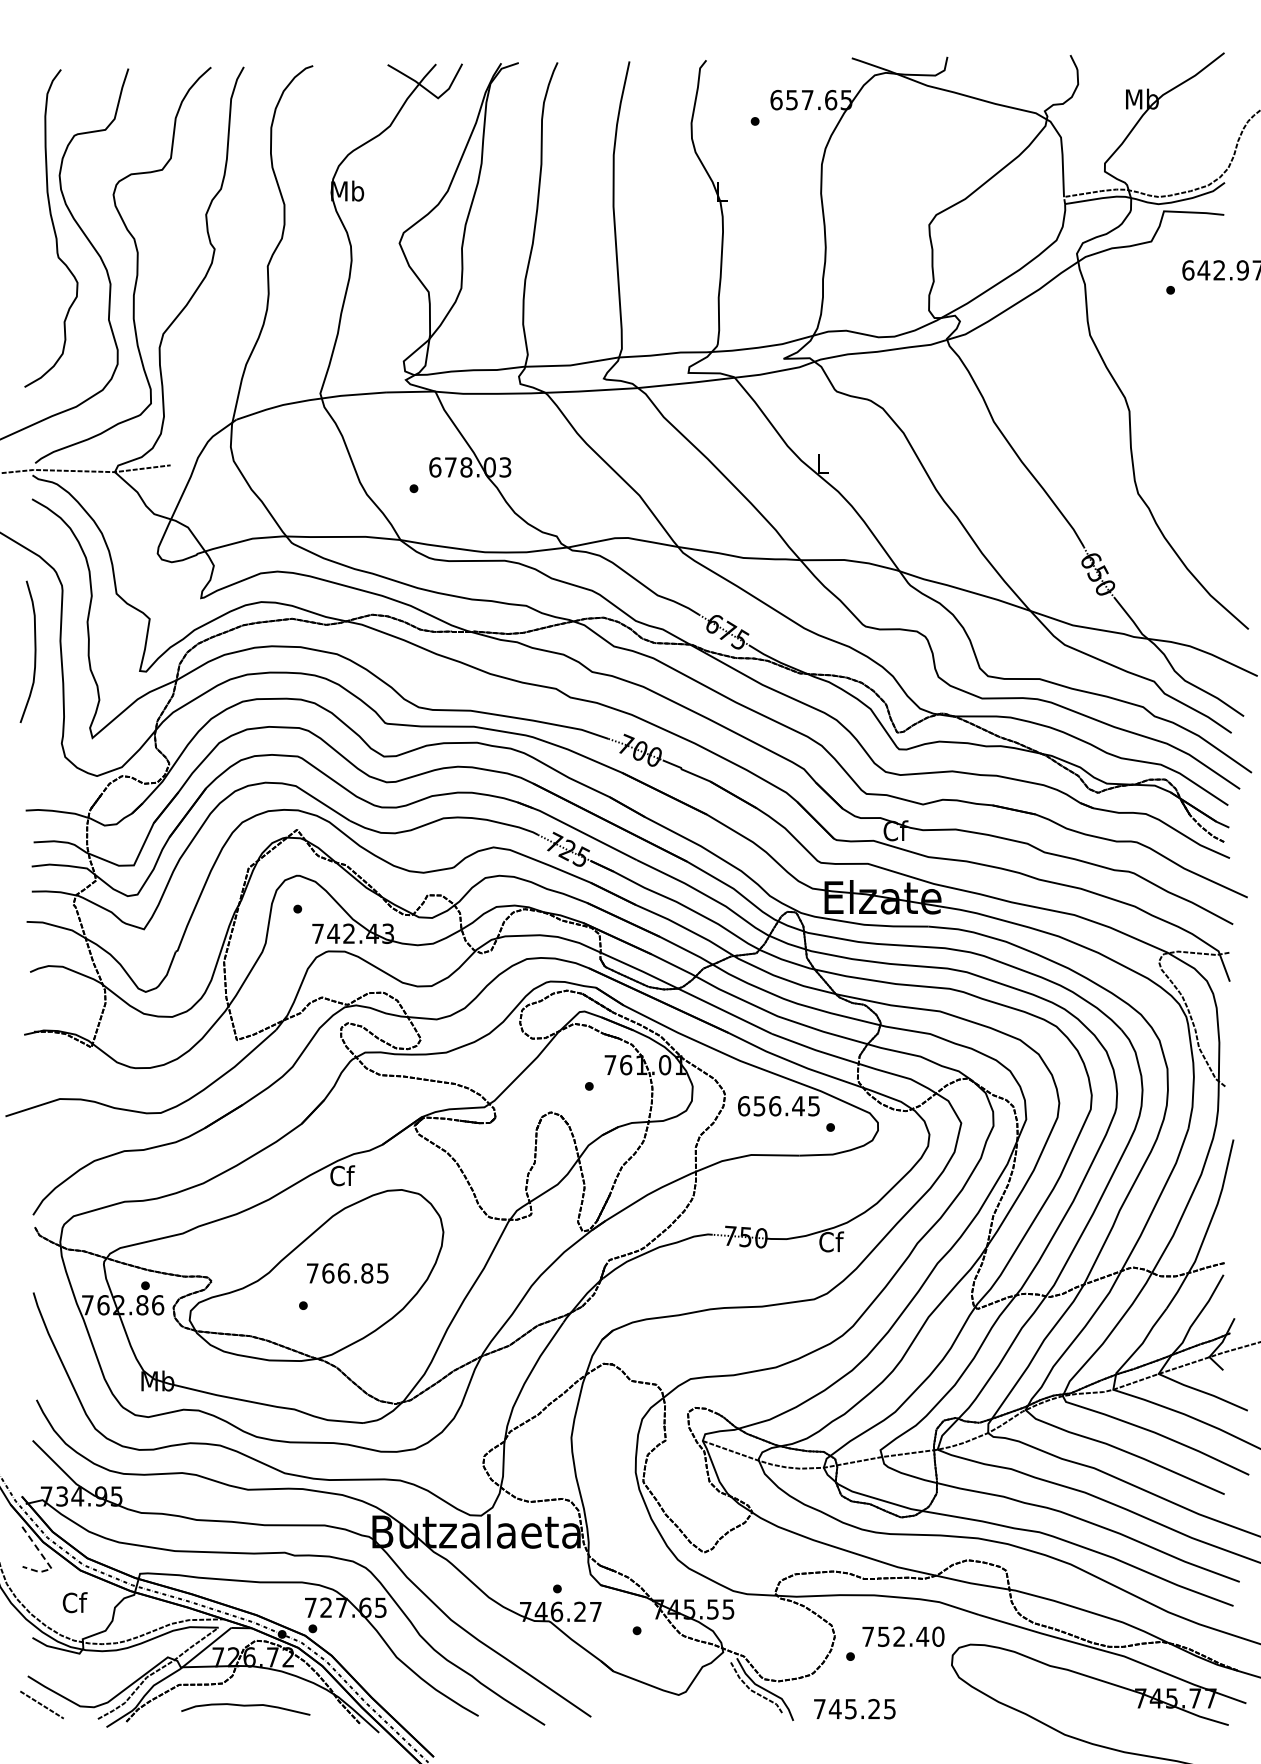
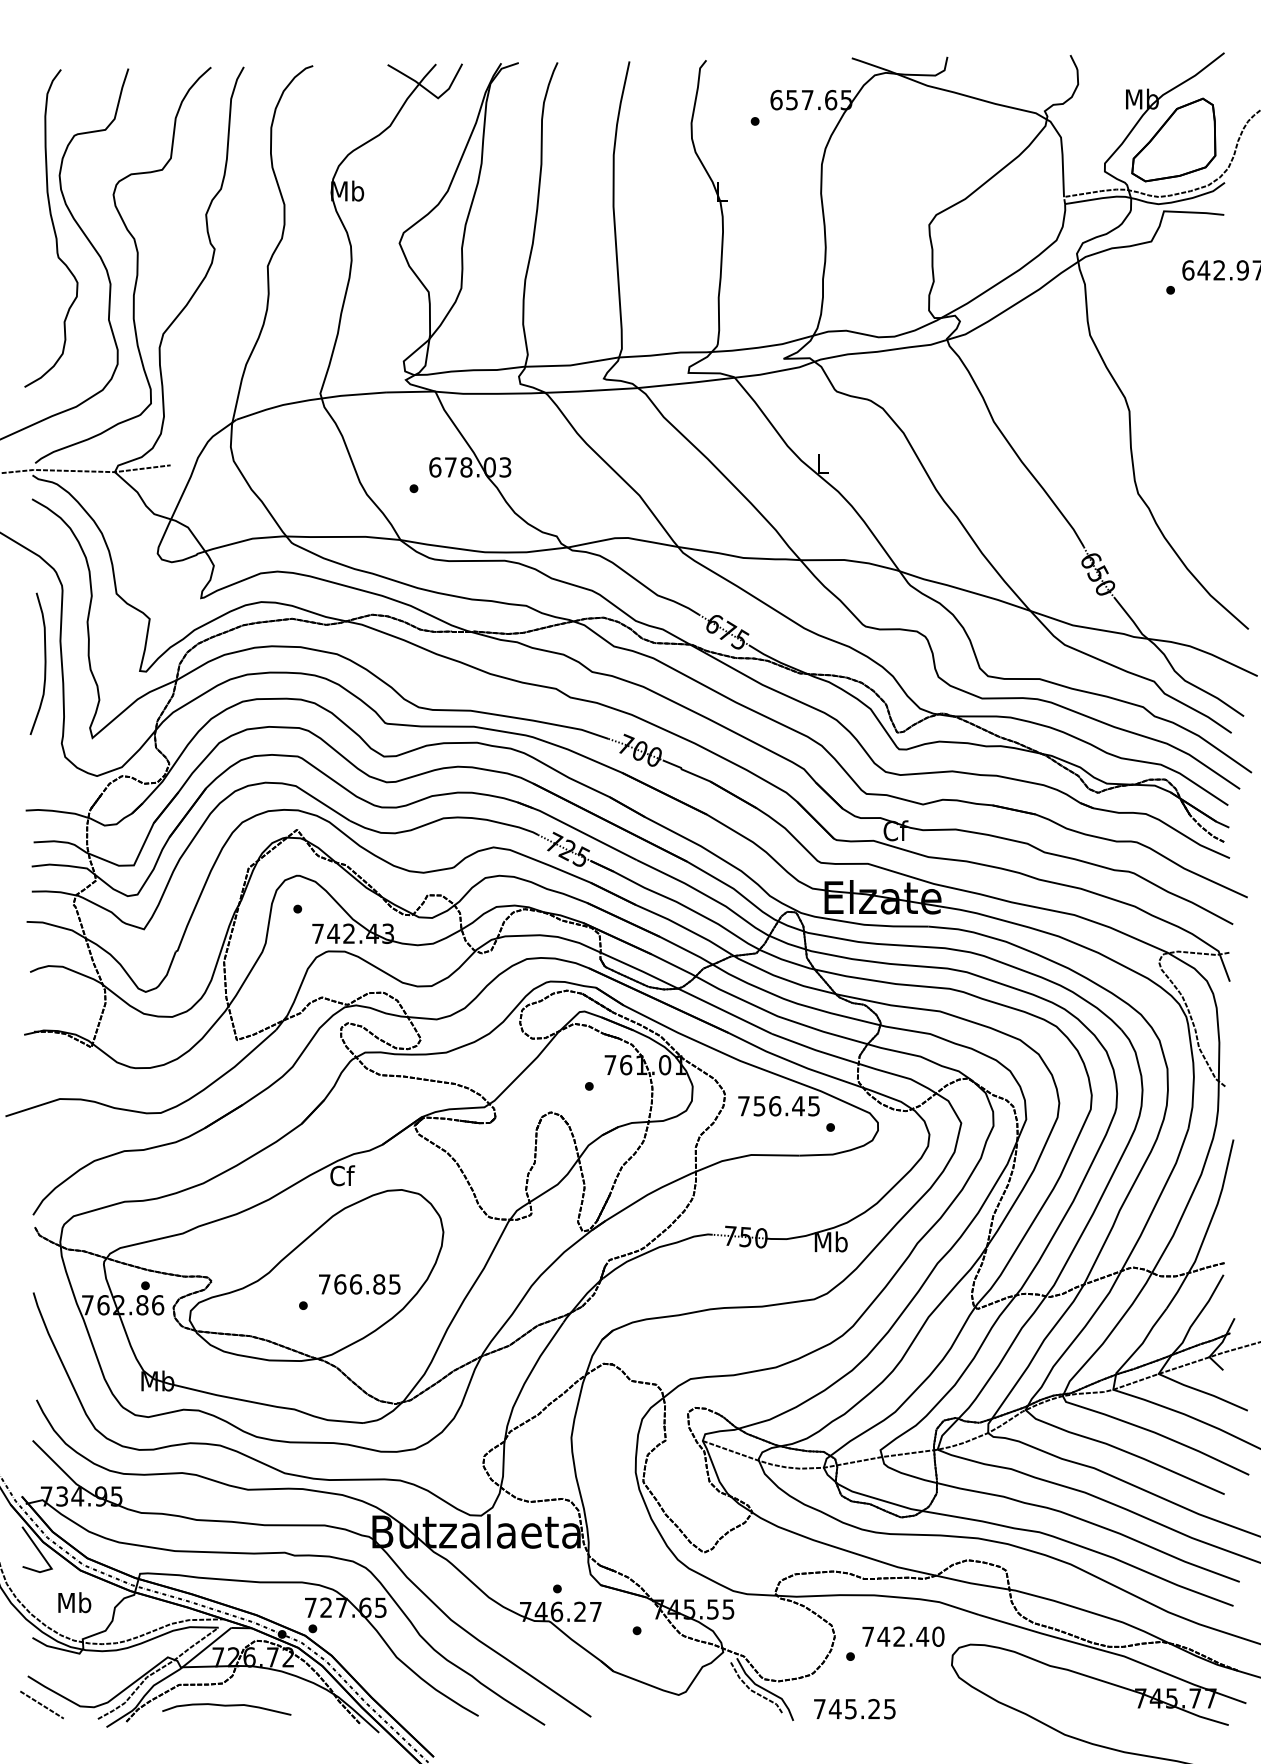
part at (1173, 139): none -> present
curve at (34, 651) position: (34, 651) -> (44, 663)
text at (744, 1106): 656.45 -> 756.45
text at (830, 1241): Cf -> Mb
text at (347, 1273) position: (347, 1273) -> (359, 1284)
line at (46, 1561): dashed -> solid
text at (74, 1602): Cf -> Mb
text at (883, 1636): 752.40 -> 742.40
curve at (245, 1706) position: (245, 1706) -> (226, 1706)
